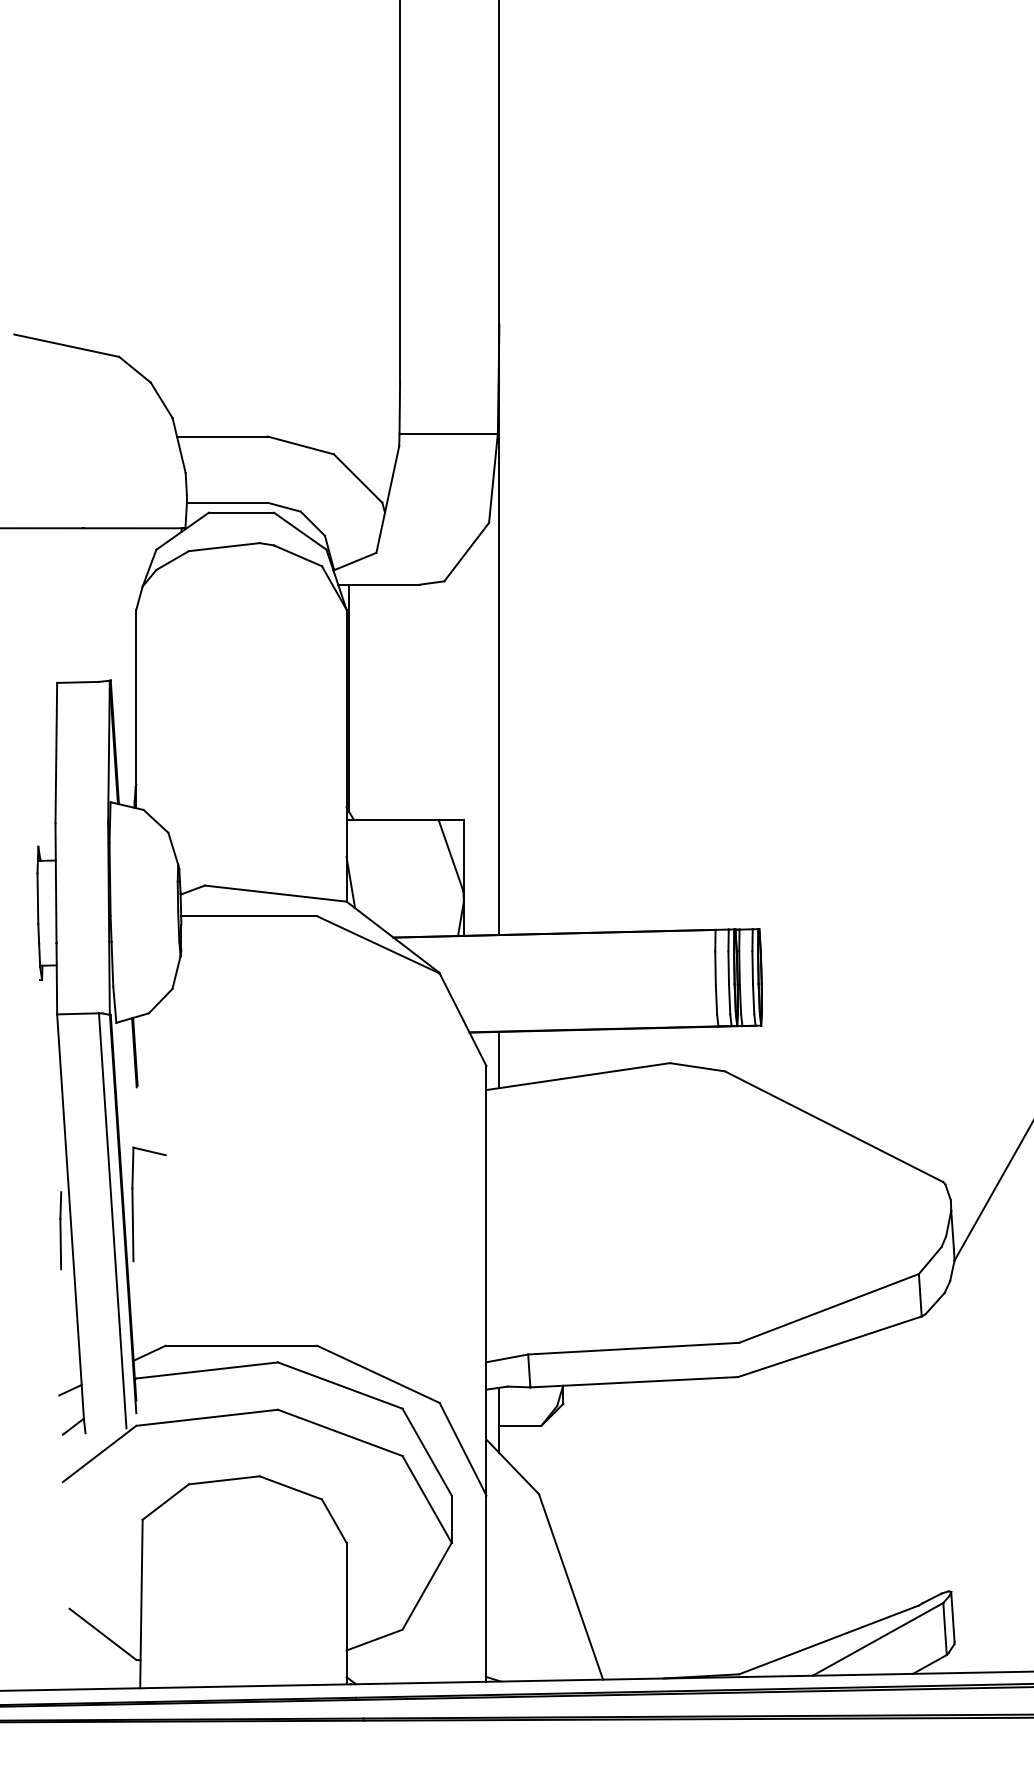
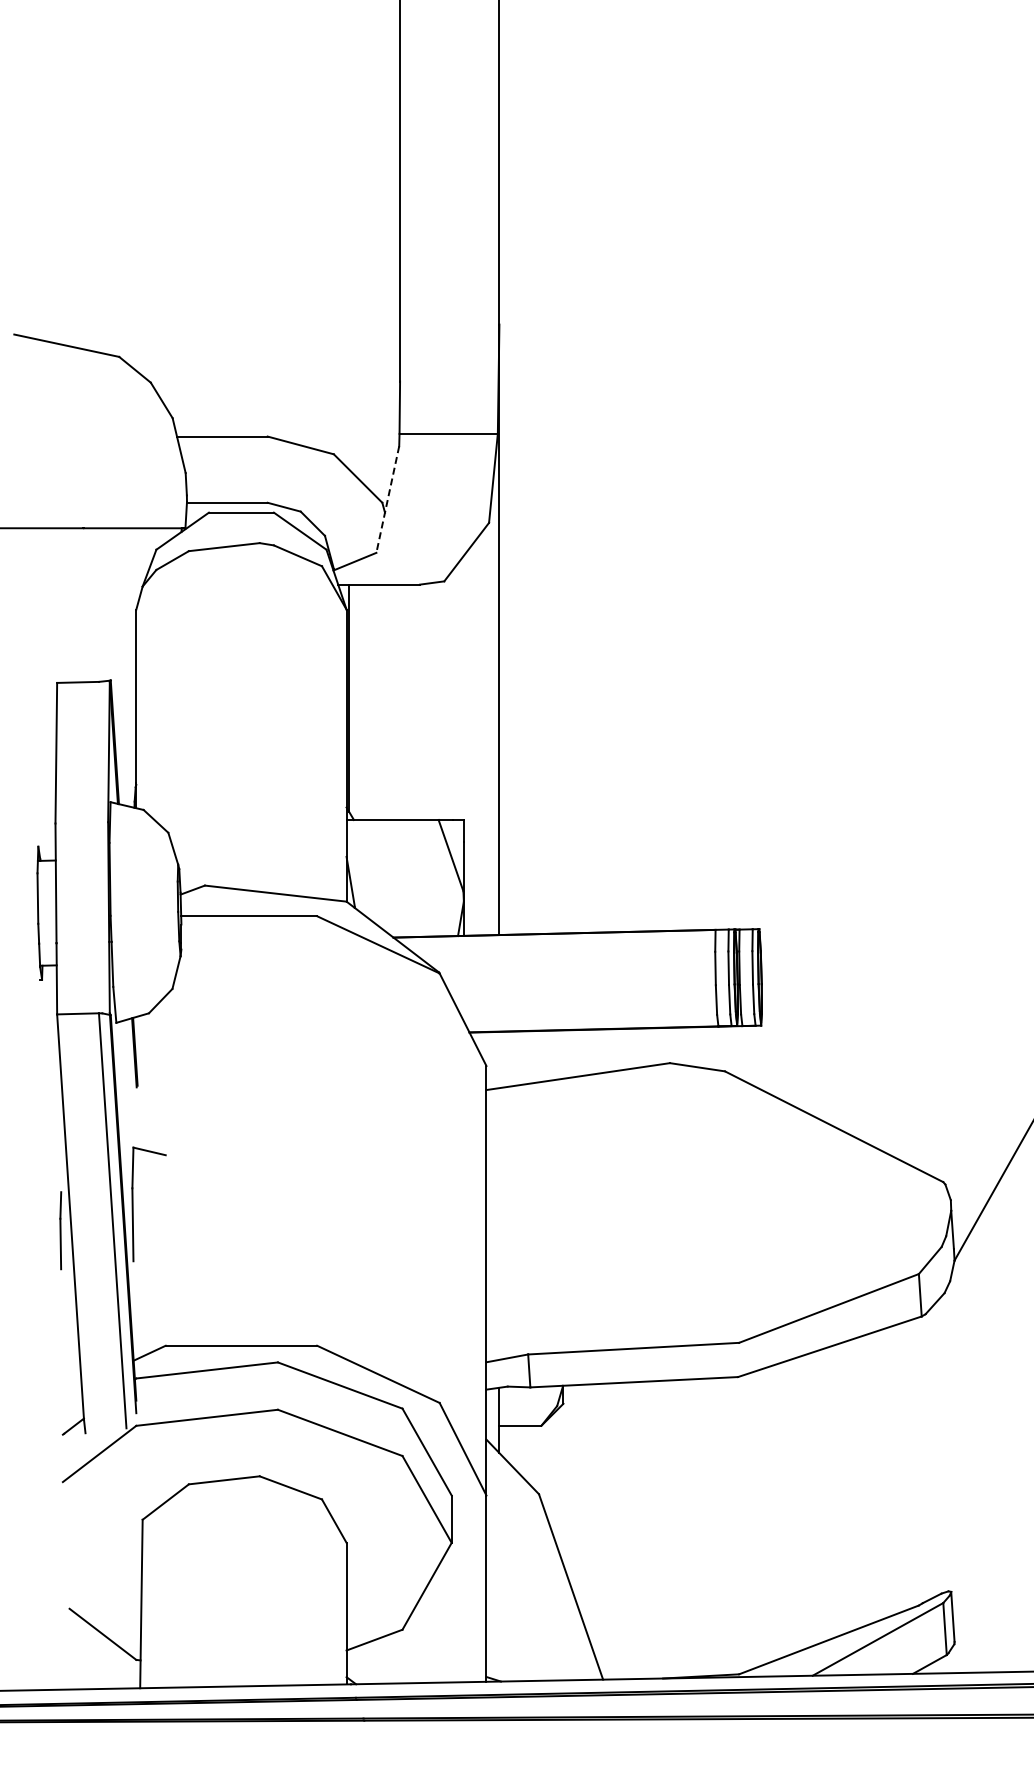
line at (387, 499): solid -> dashed
line at (499, 1059): present -> none
line at (70, 1389): present -> none
